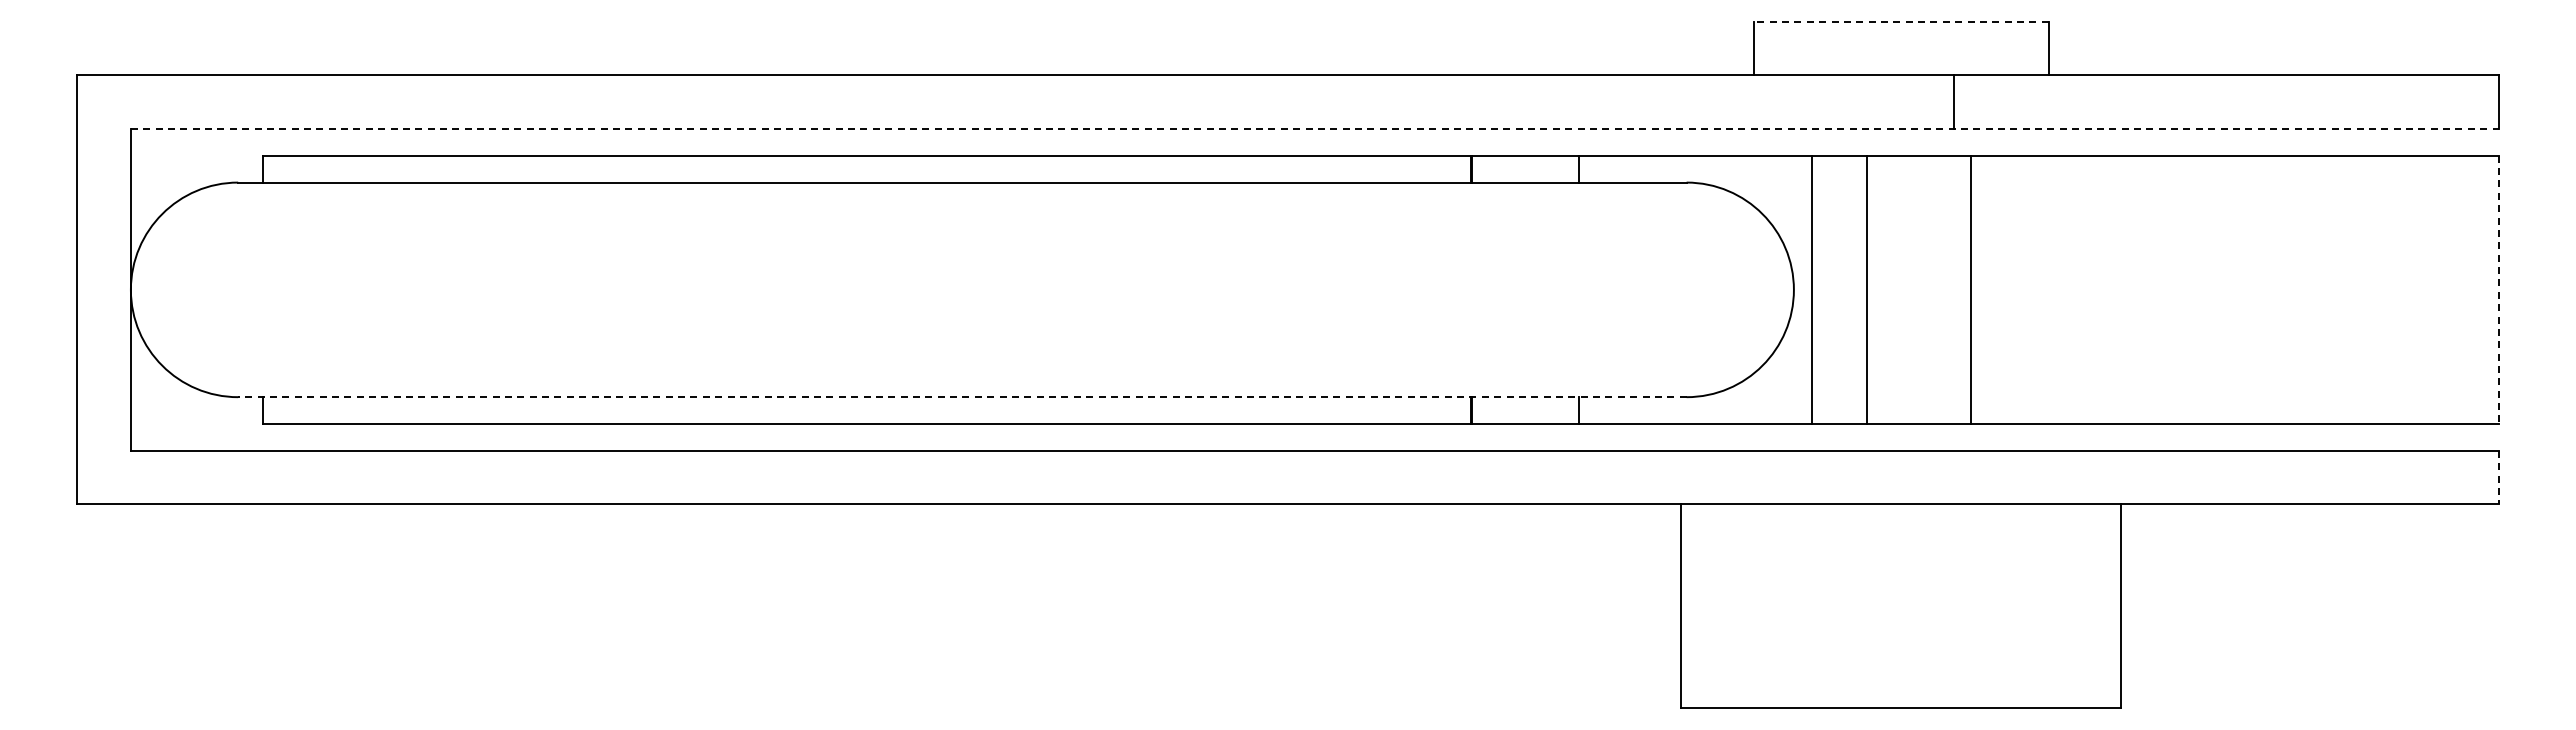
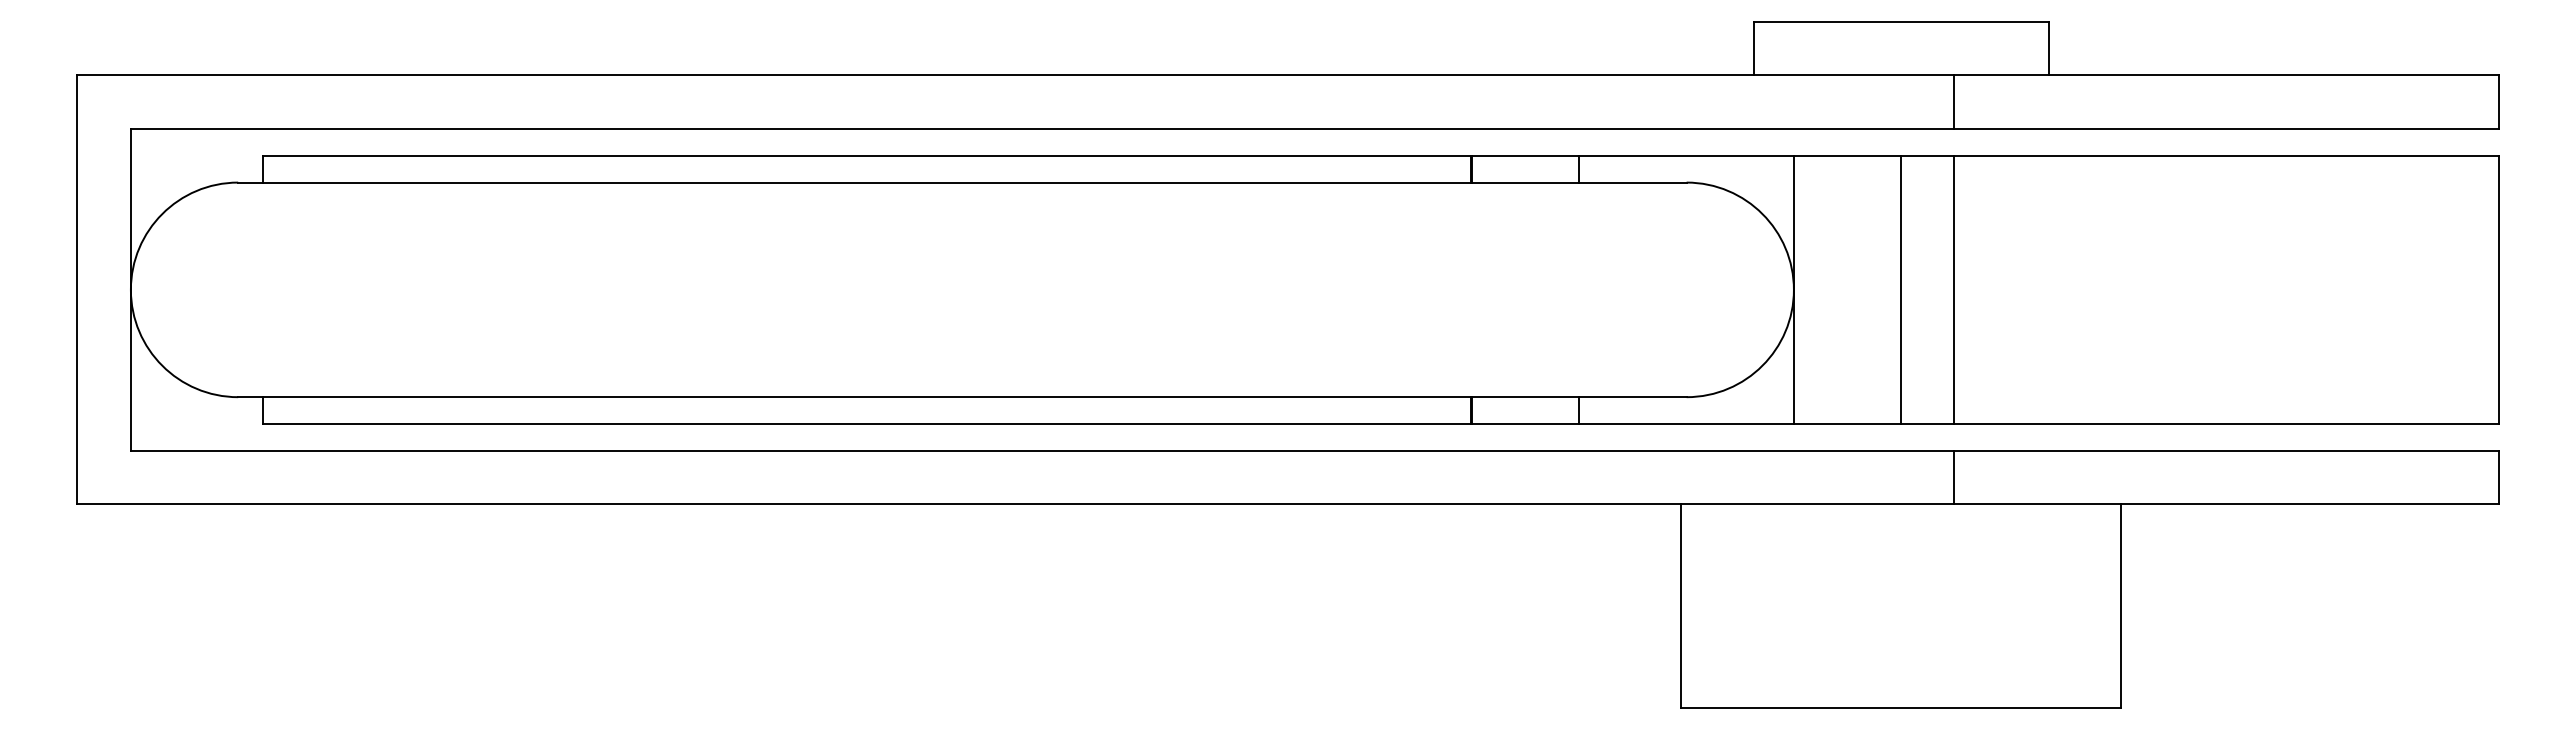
line at (1901, 21): dashed -> solid
line at (1314, 128): dashed -> solid
line at (1811, 289) position: (1811, 289) -> (1793, 289)
line at (1867, 289) position: (1867, 289) -> (1901, 289)
line at (1970, 289) position: (1970, 289) -> (1953, 289)
line at (2498, 290): dashed -> solid
line at (961, 397): dashed -> solid
line at (1953, 477): none -> present
line at (2498, 477): dashed -> solid
